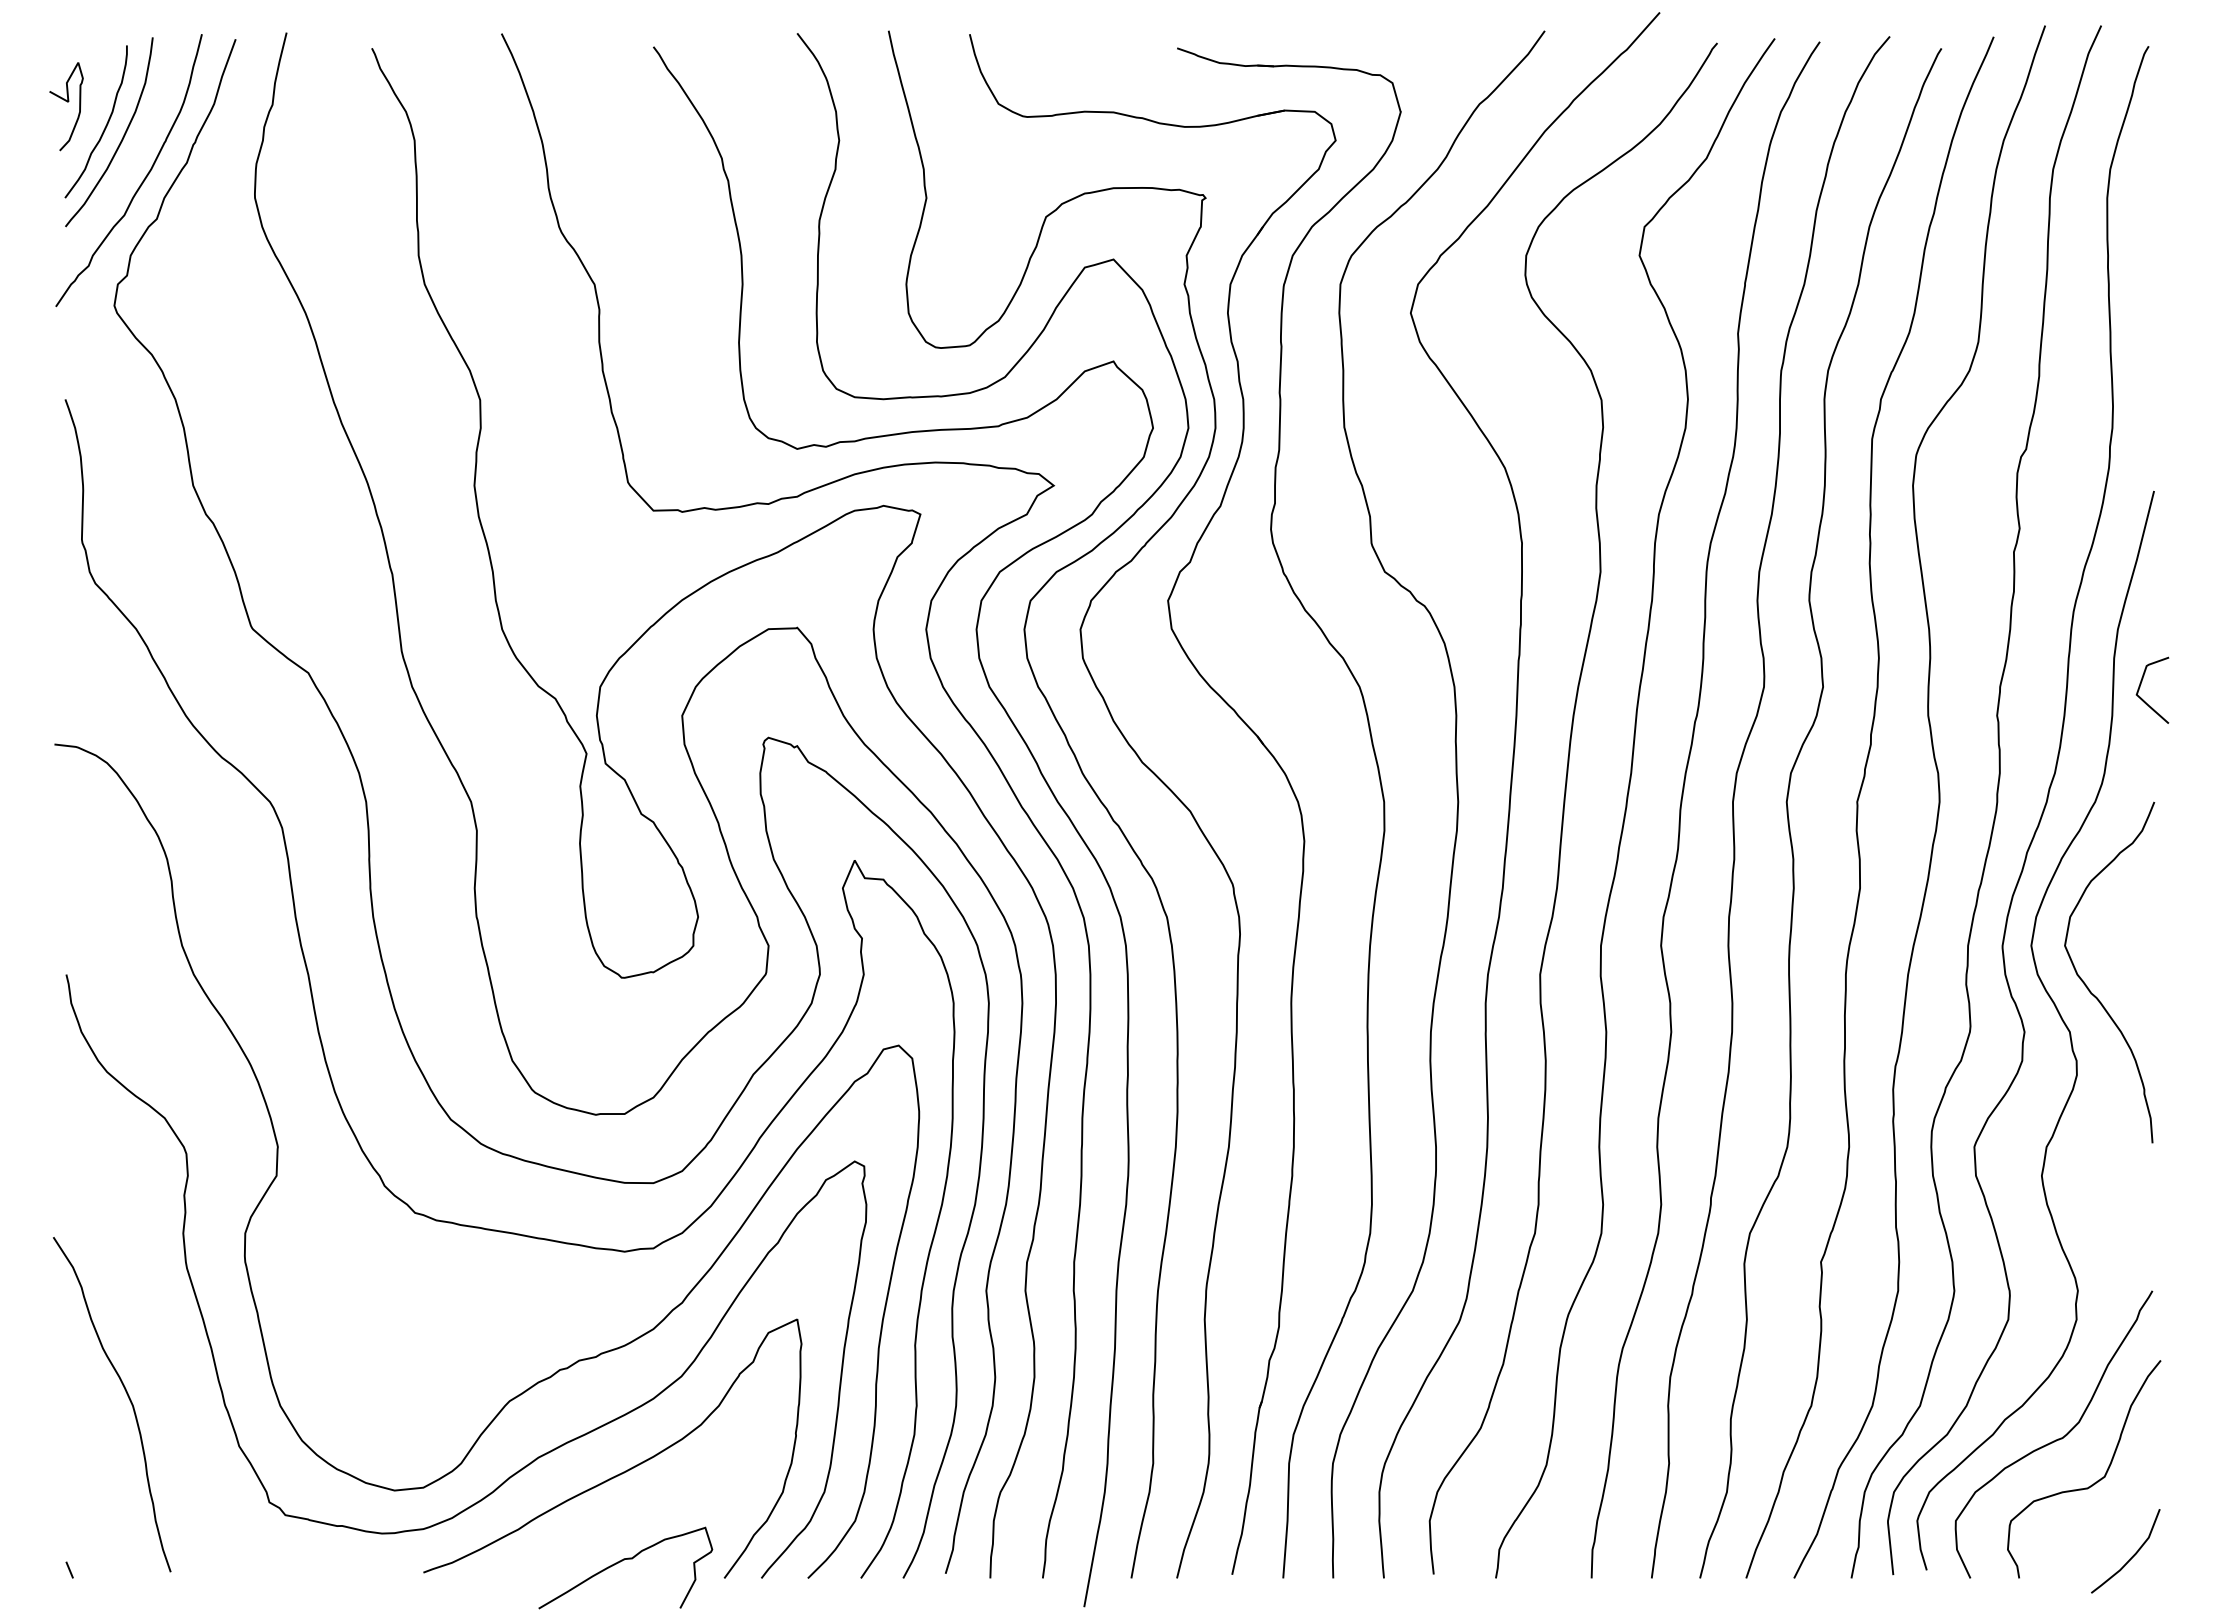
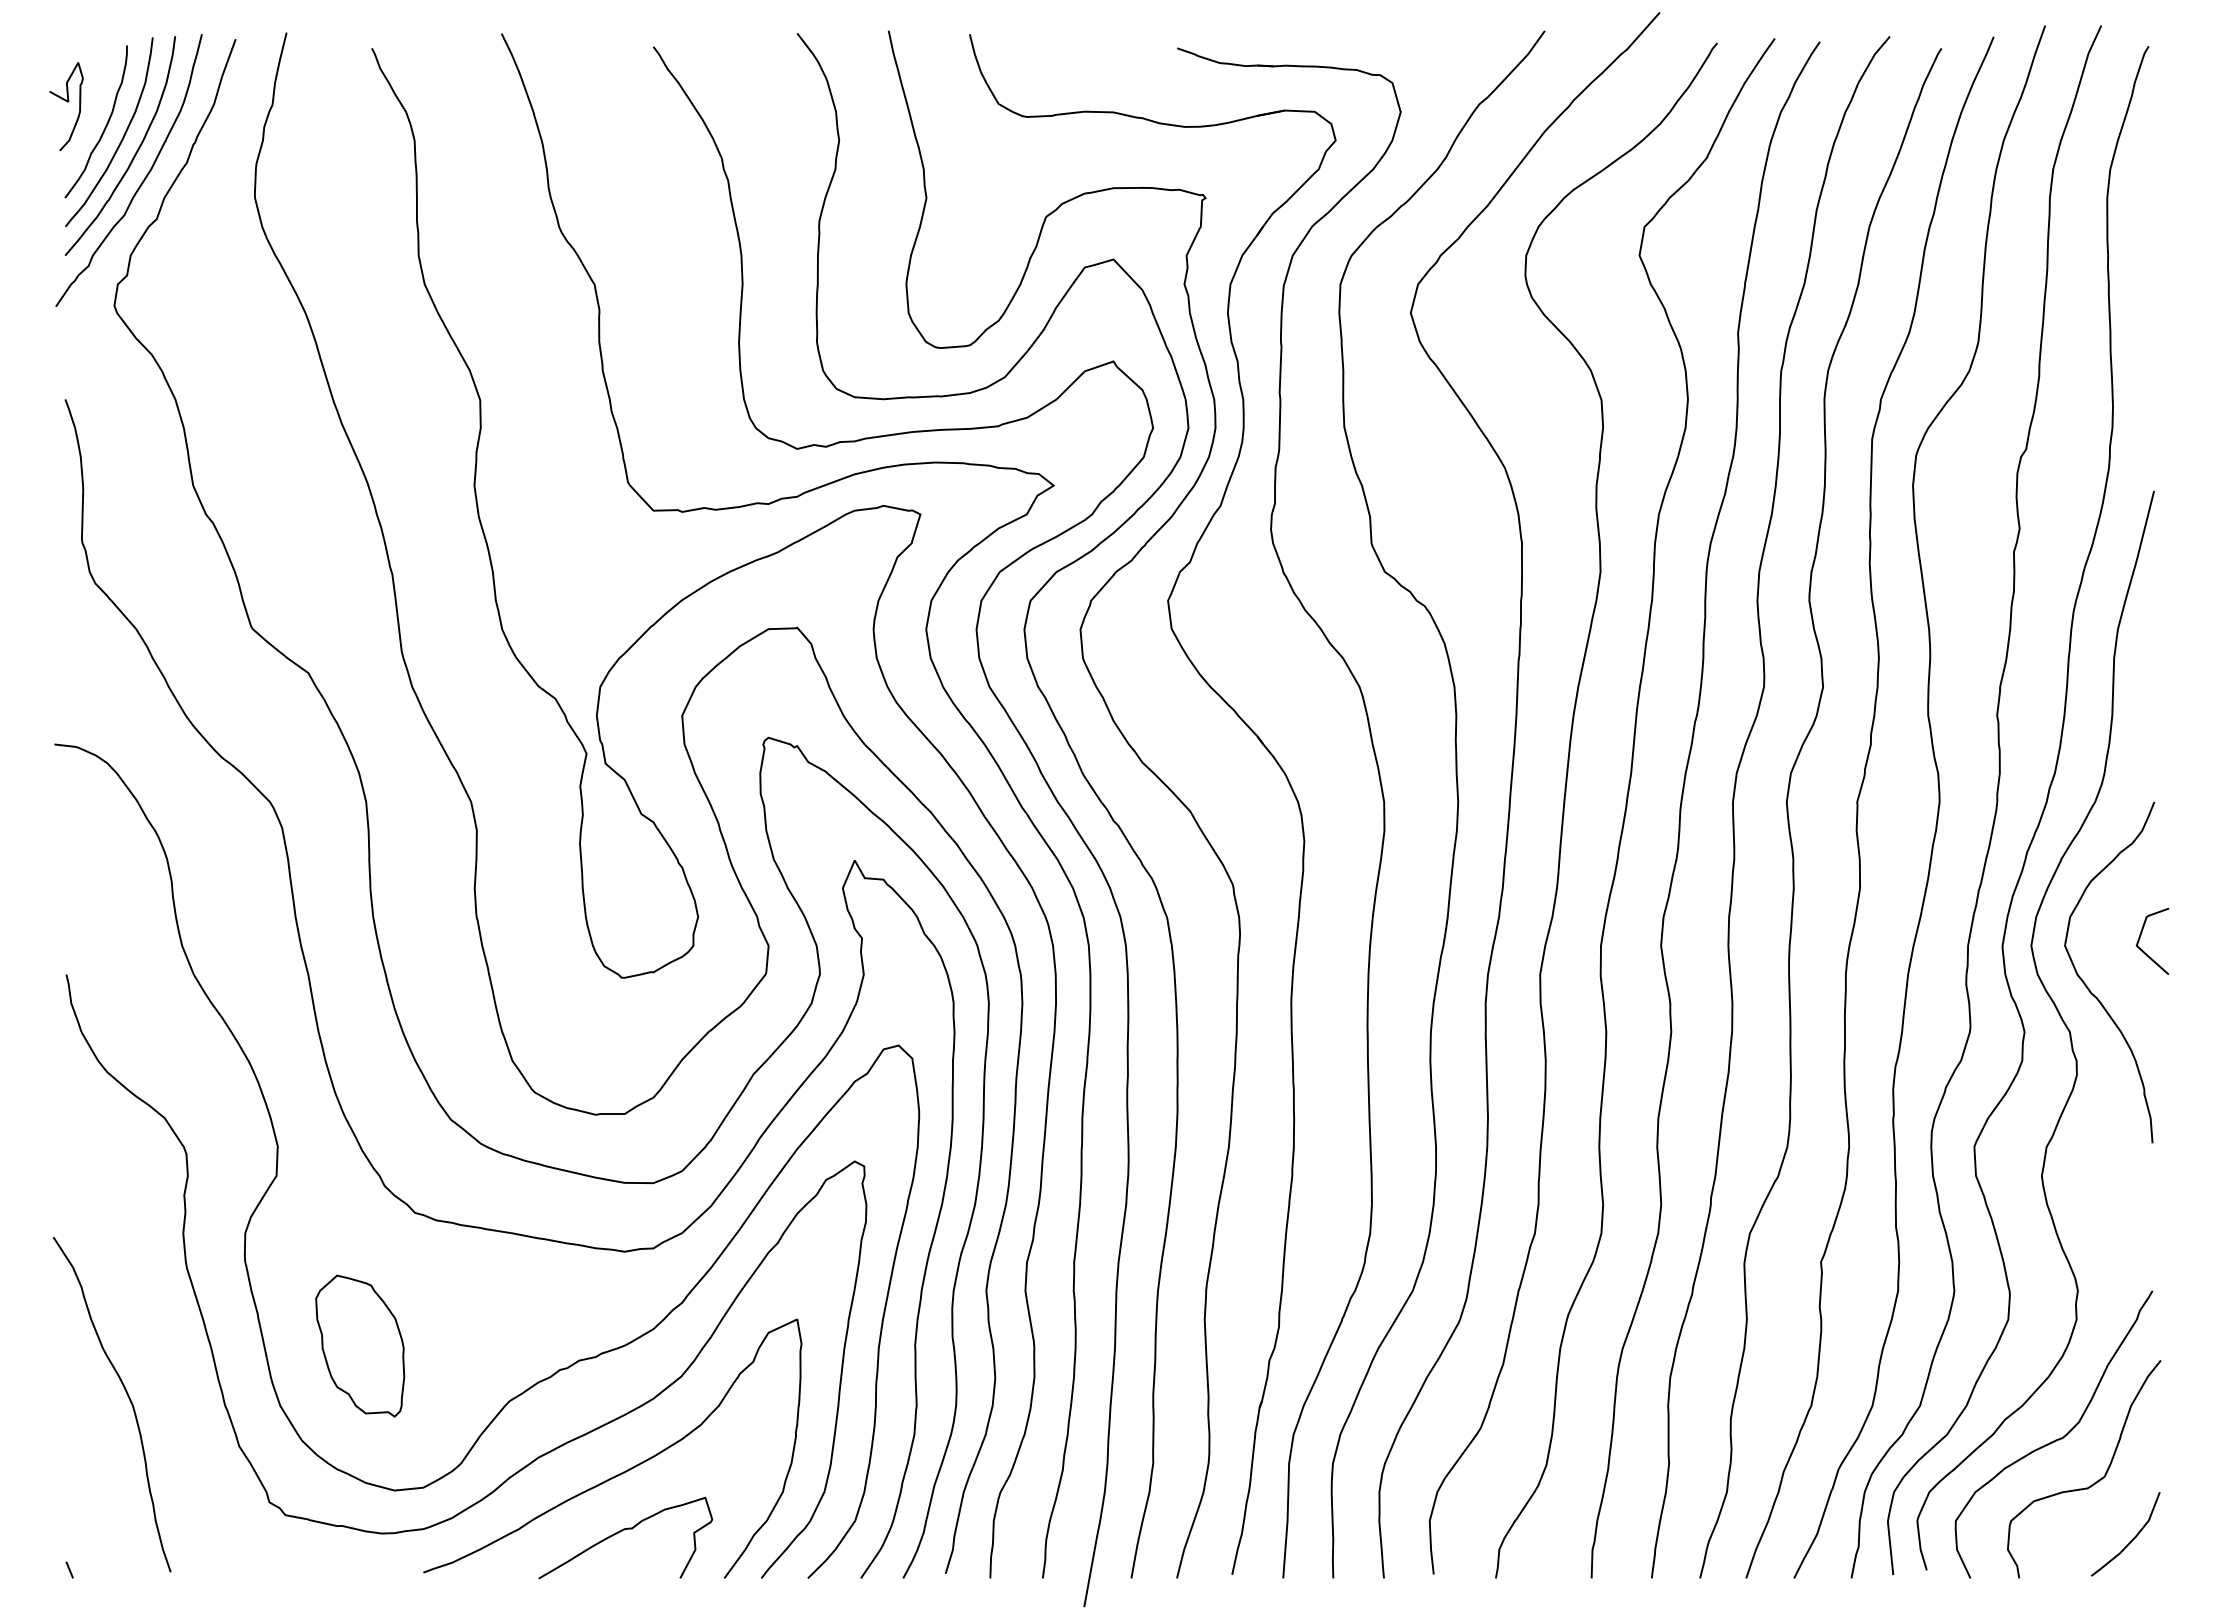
curve at (135, 152): none -> present
curve at (2141, 684) position: (2141, 684) -> (2141, 935)
part at (360, 1345): none -> present
curve at (2131, 1556) position: (2131, 1556) -> (2131, 1539)
curve at (622, 1561) position: (622, 1561) -> (622, 1531)
